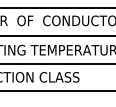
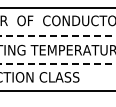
line at (58, 35): solid -> dashed
line at (58, 63): solid -> dashed
